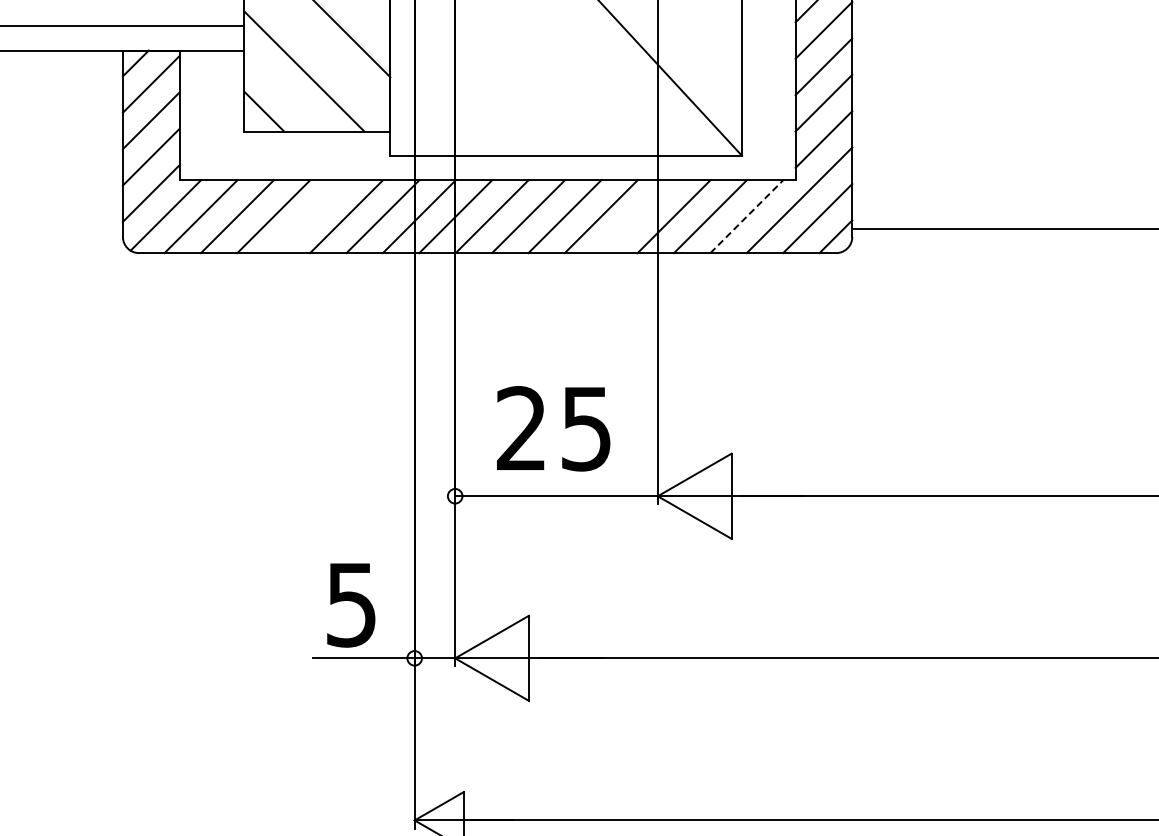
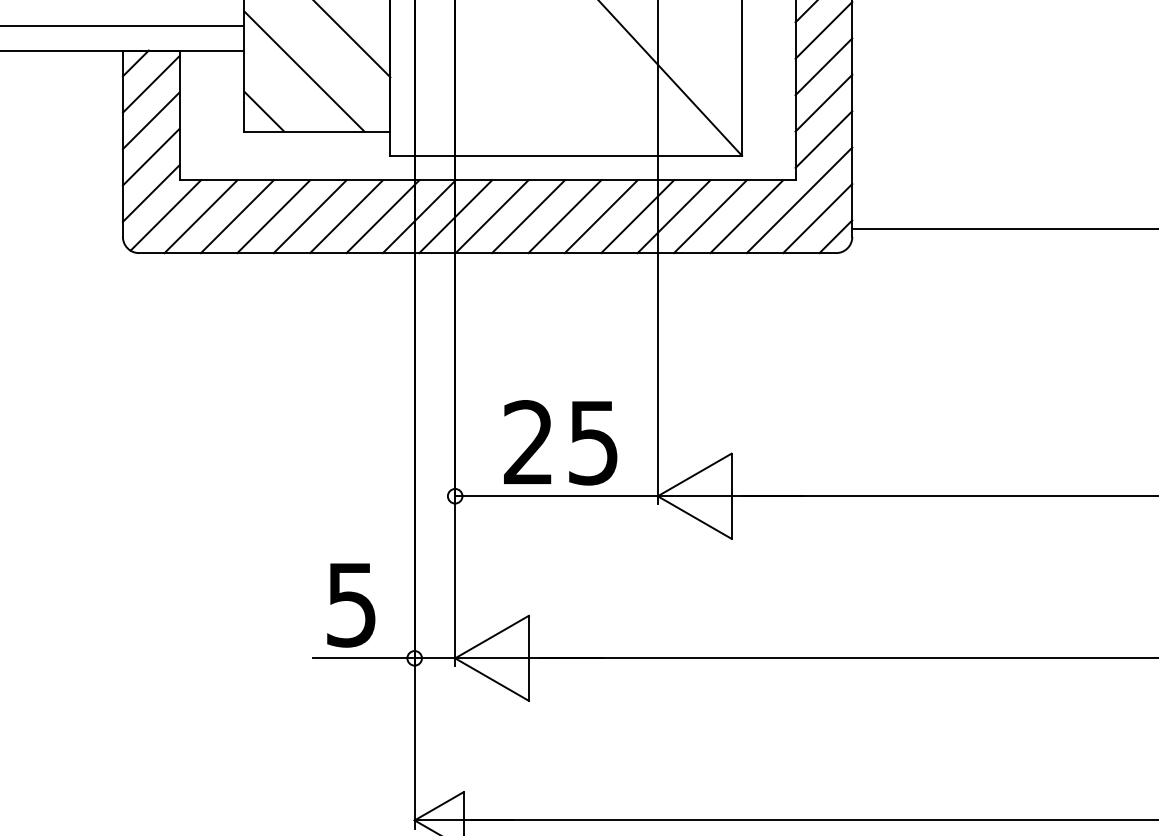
line at (309, 216): none -> present
line at (637, 216): none -> present
line at (746, 216): dashed -> solid
text at (553, 428) position: (553, 428) -> (560, 442)
